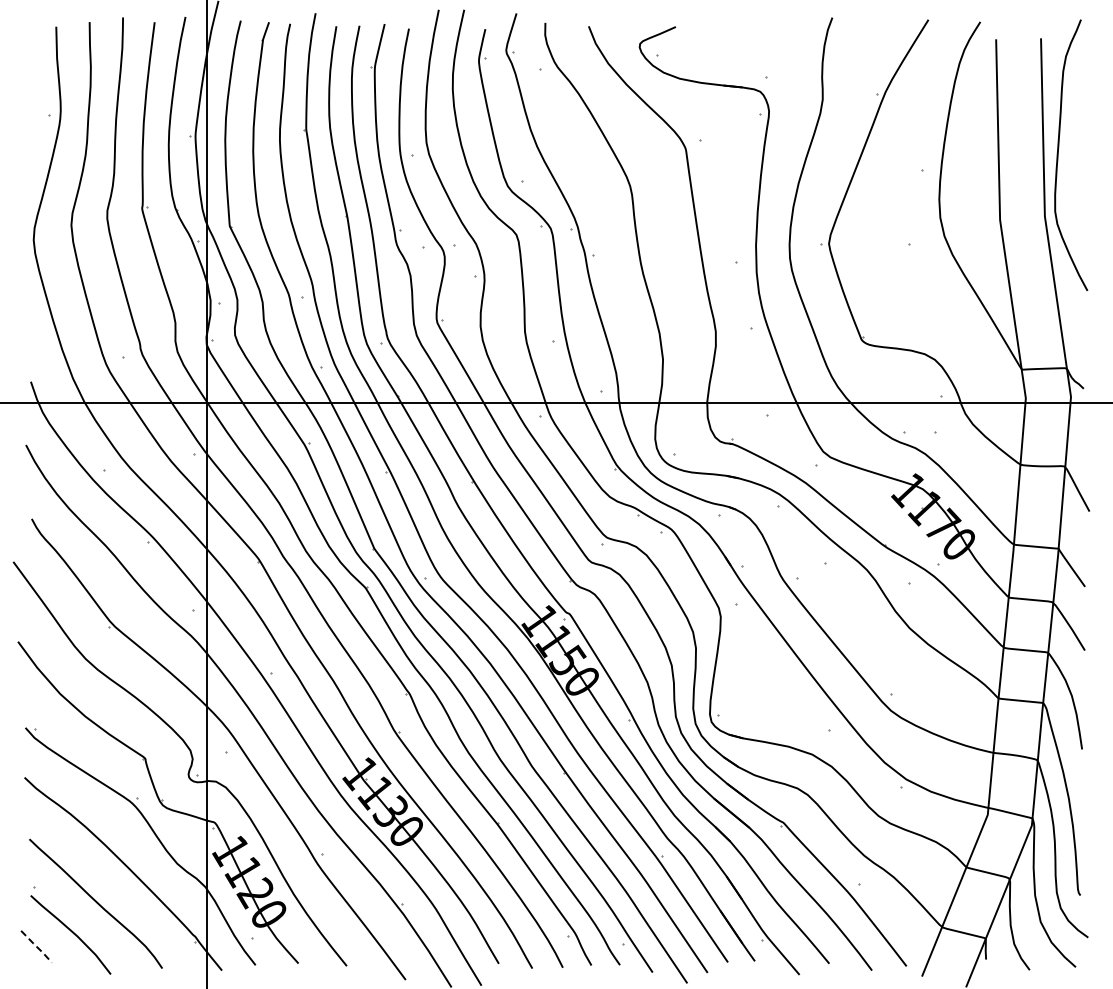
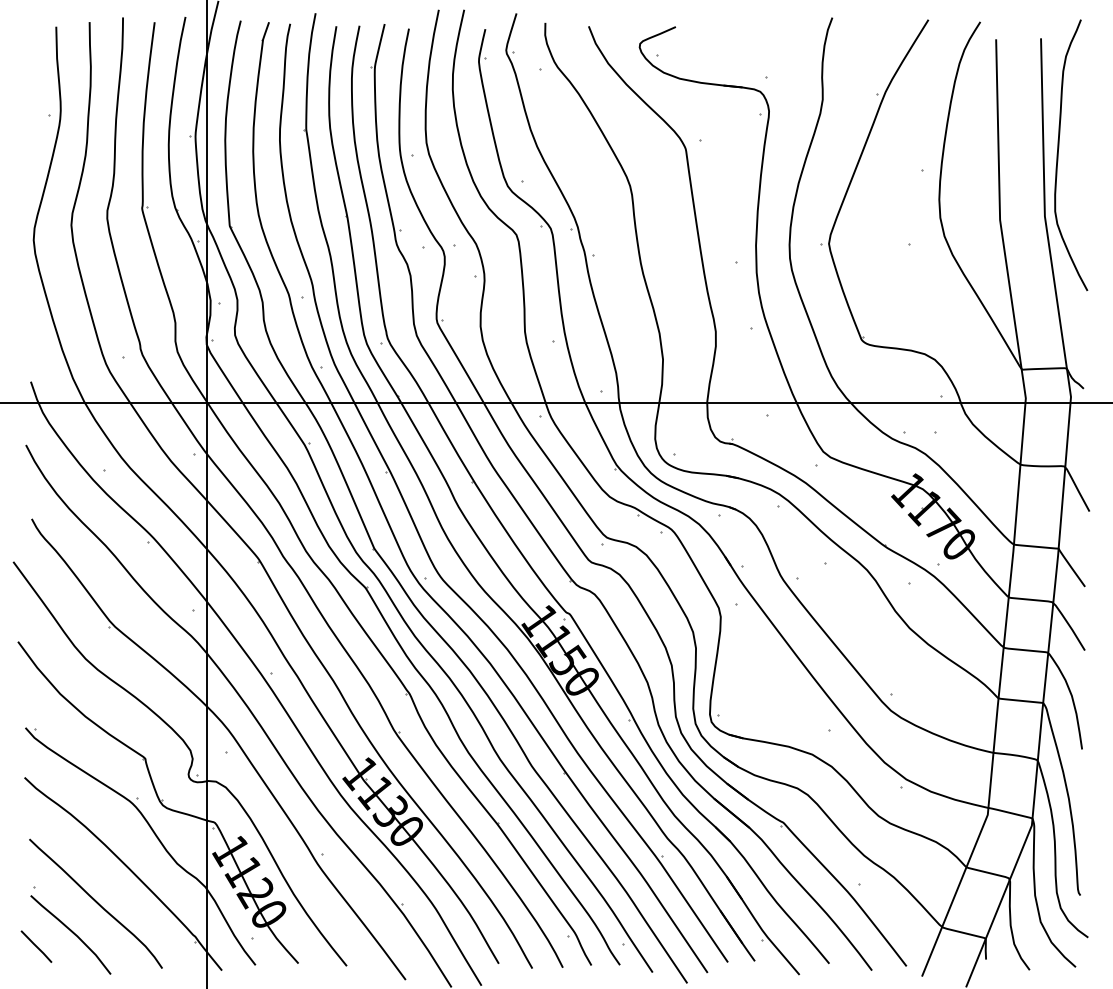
line at (36, 946): dashed -> solid
